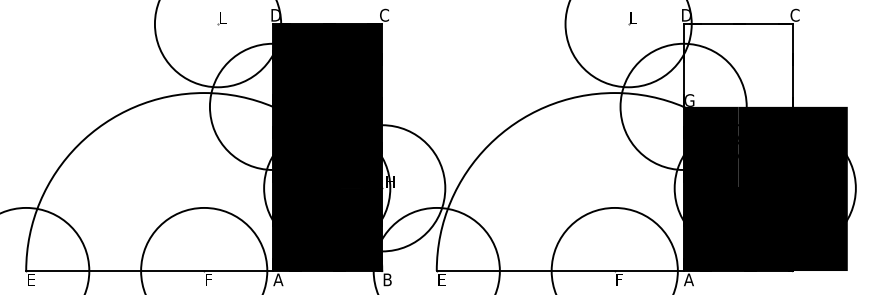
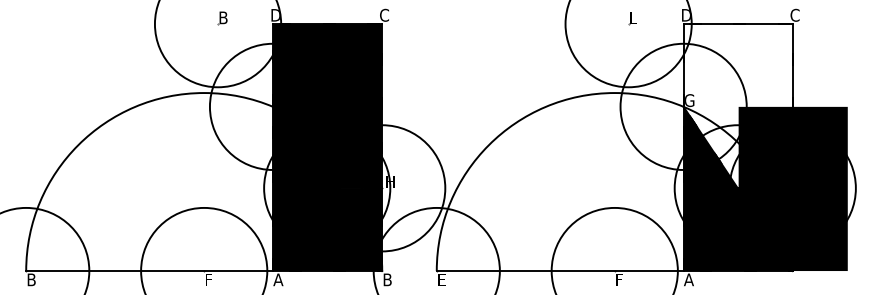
text at (223, 17): L -> B
fill at (710, 147): present -> none
text at (31, 279): E -> B
